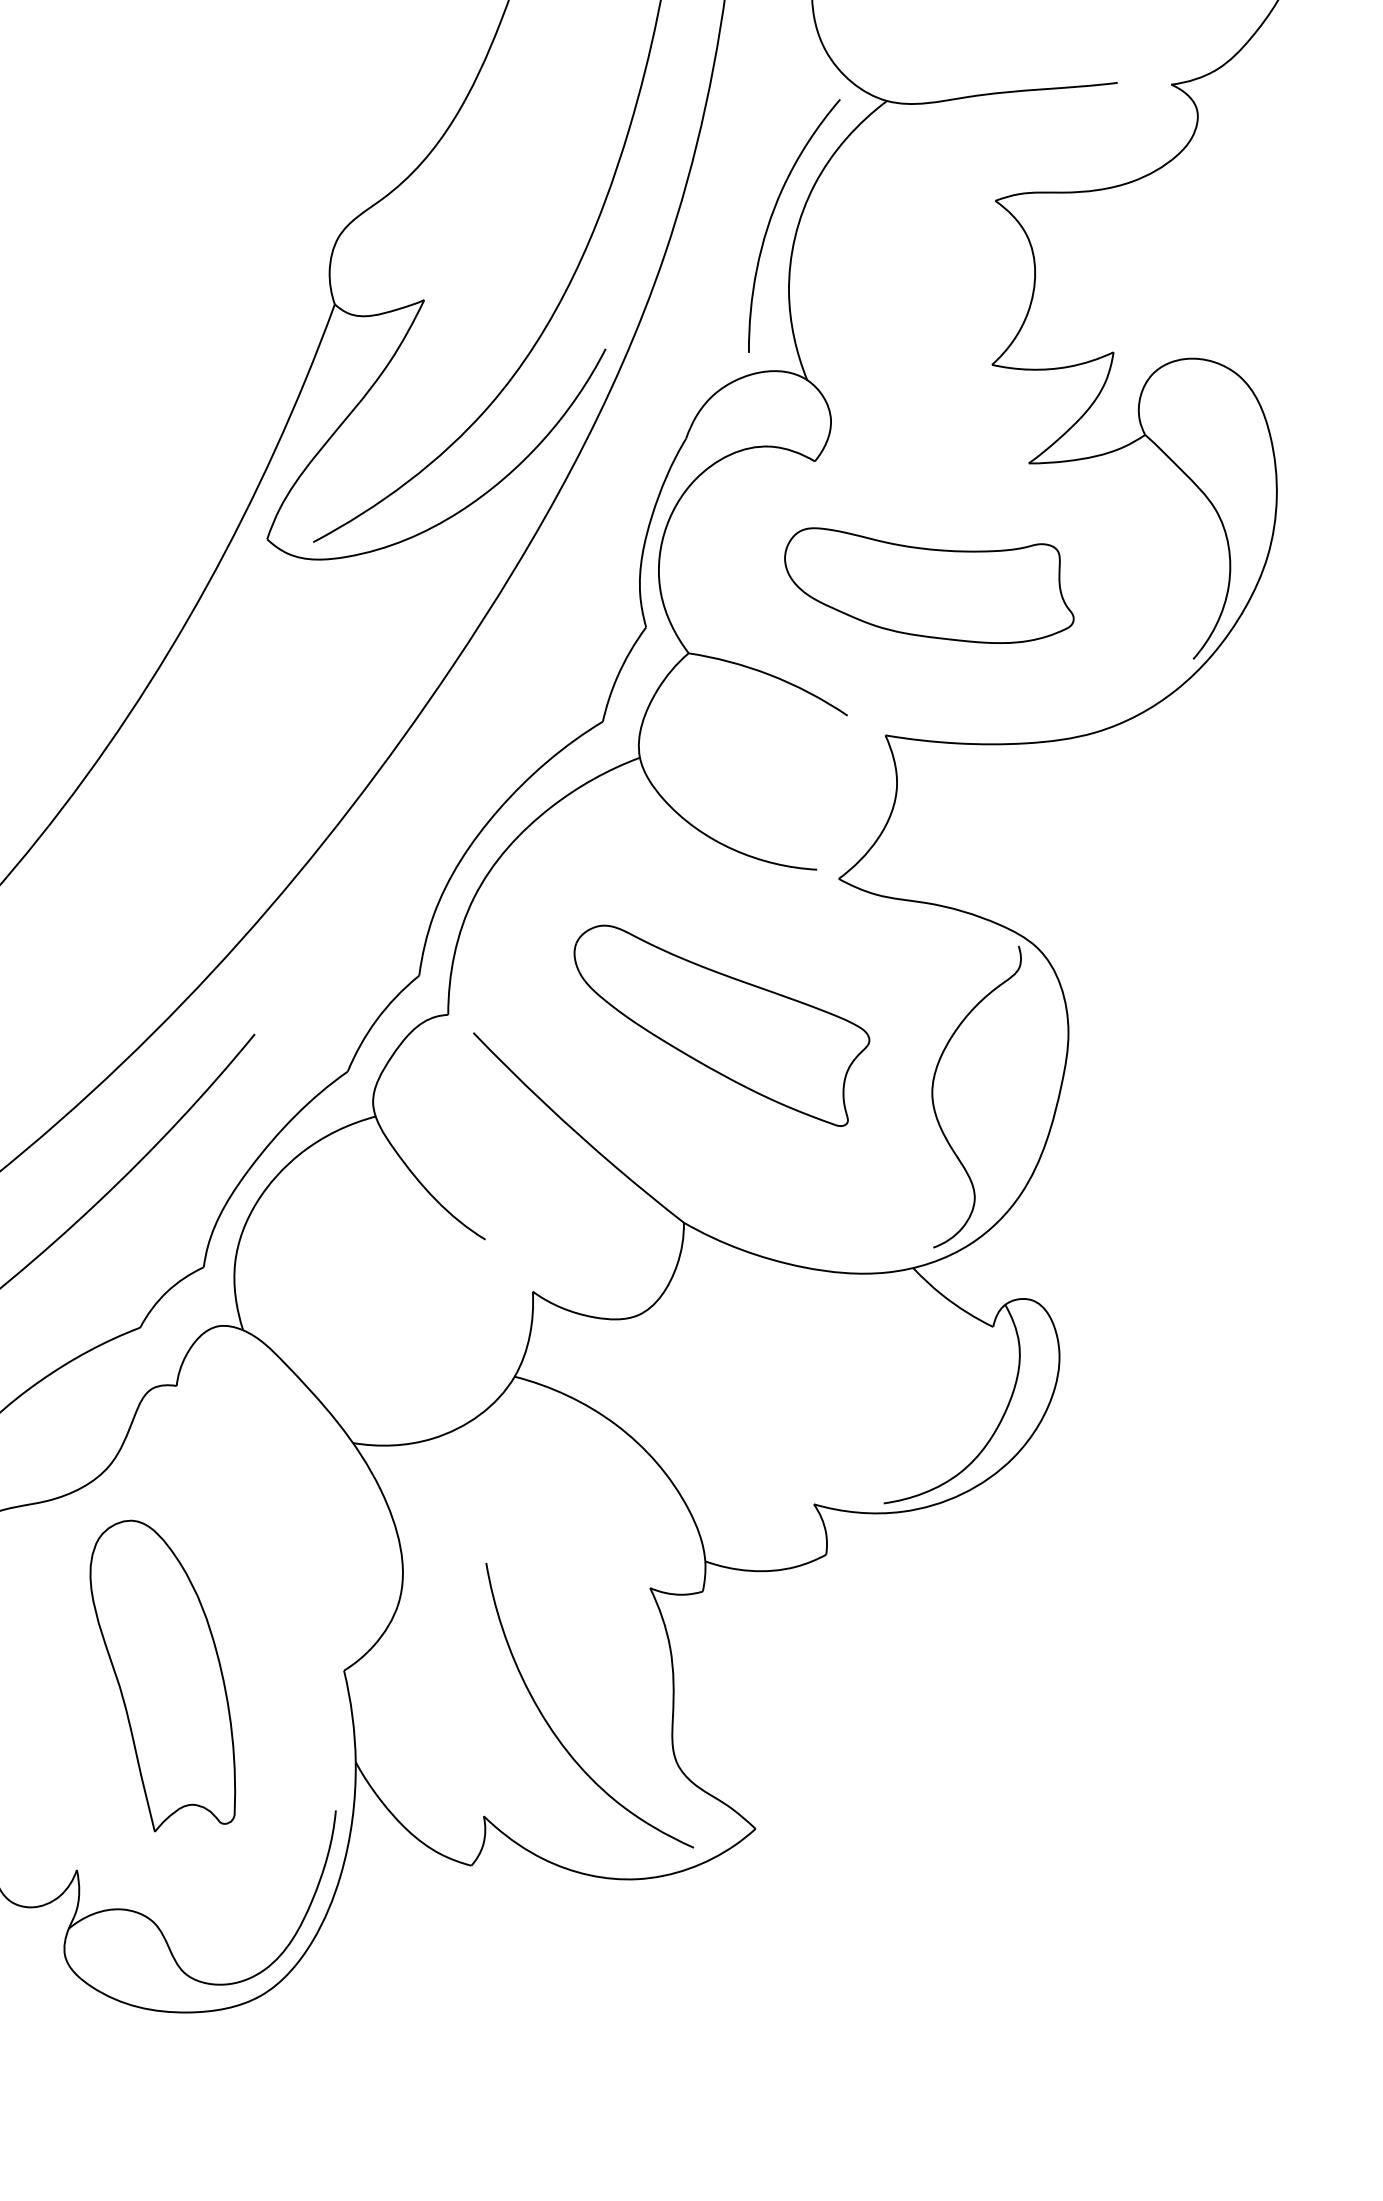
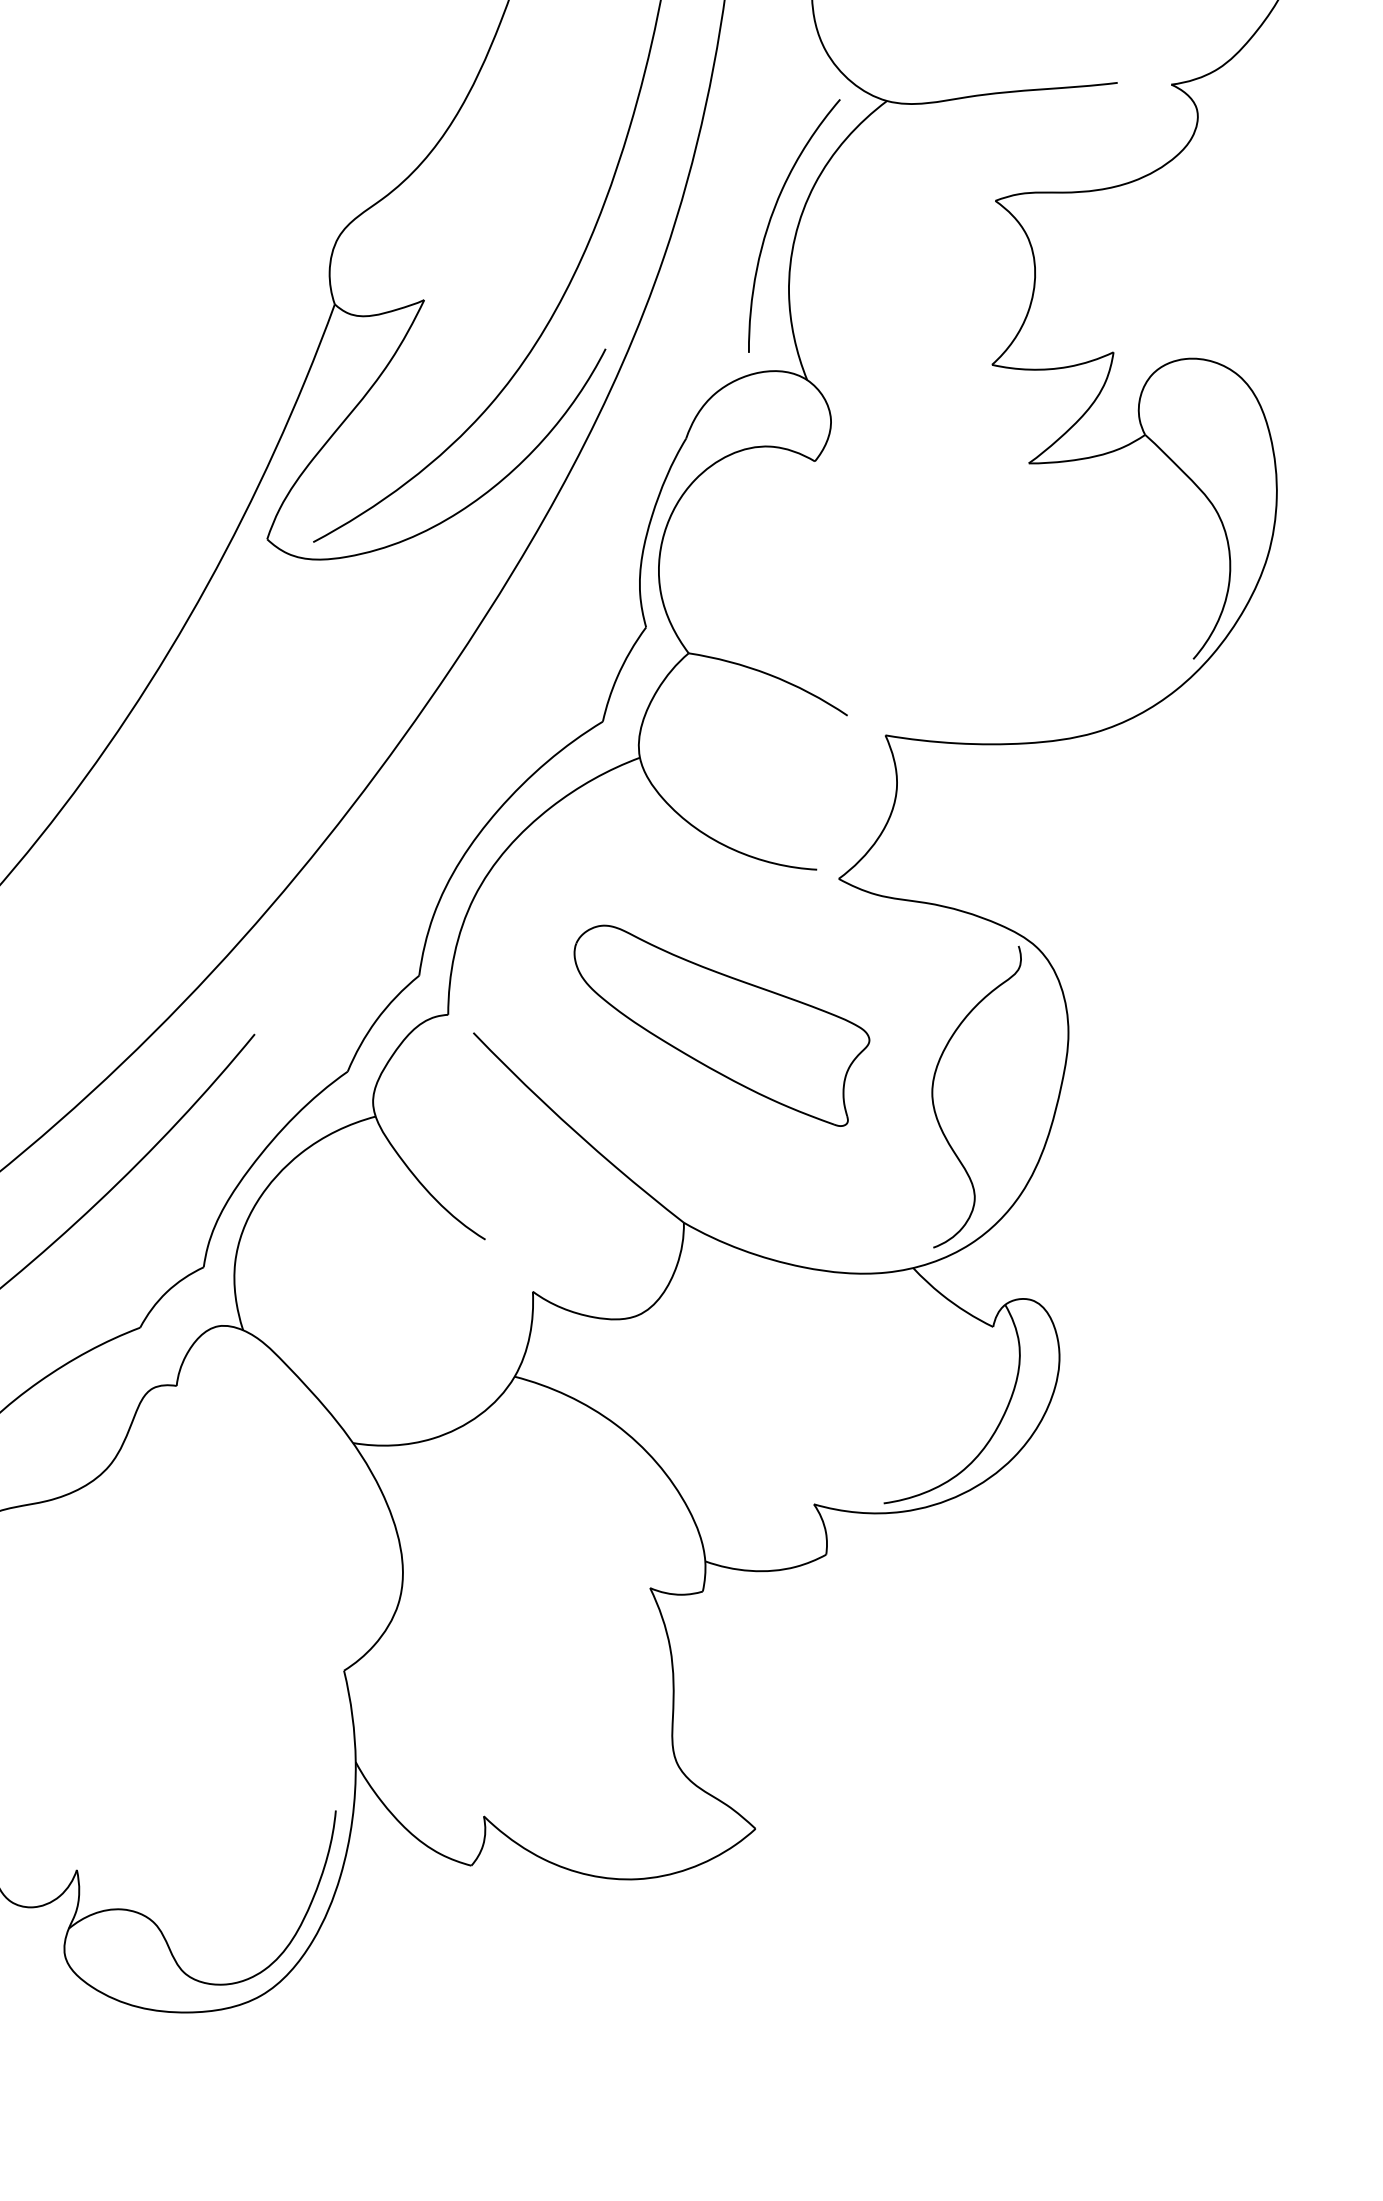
part at (929, 585): present -> none
part at (162, 1675): present -> none
curve at (553, 1730): present -> none
